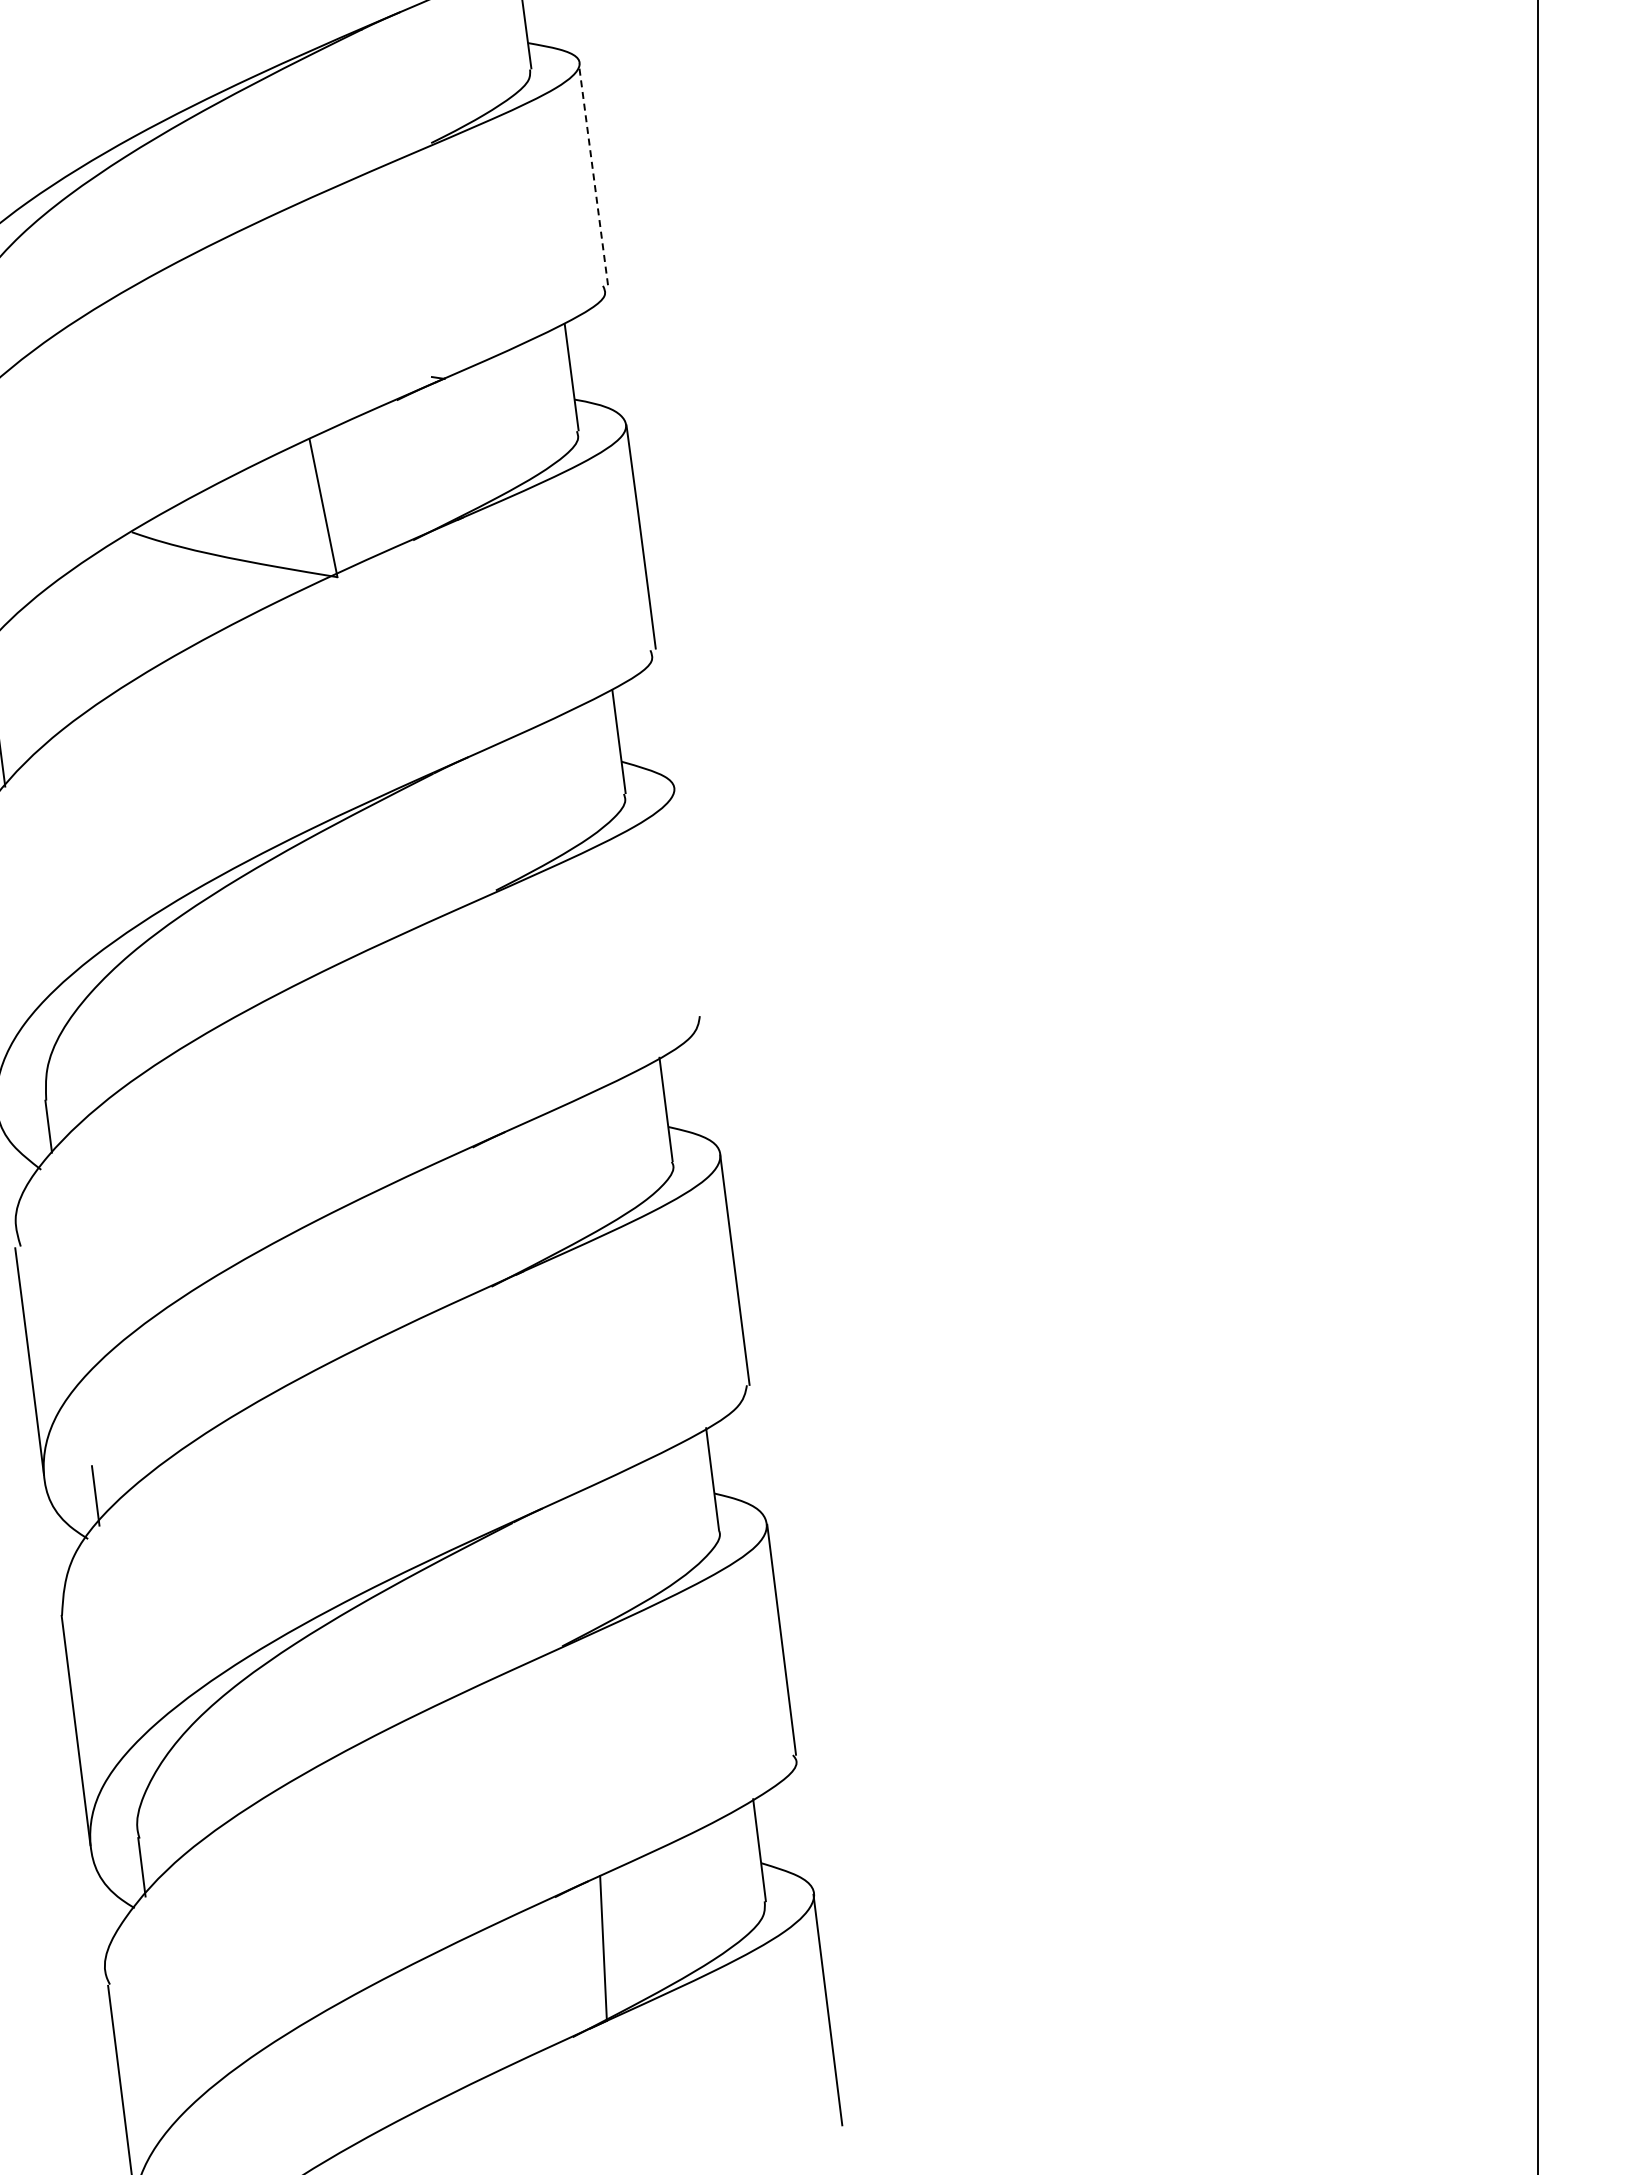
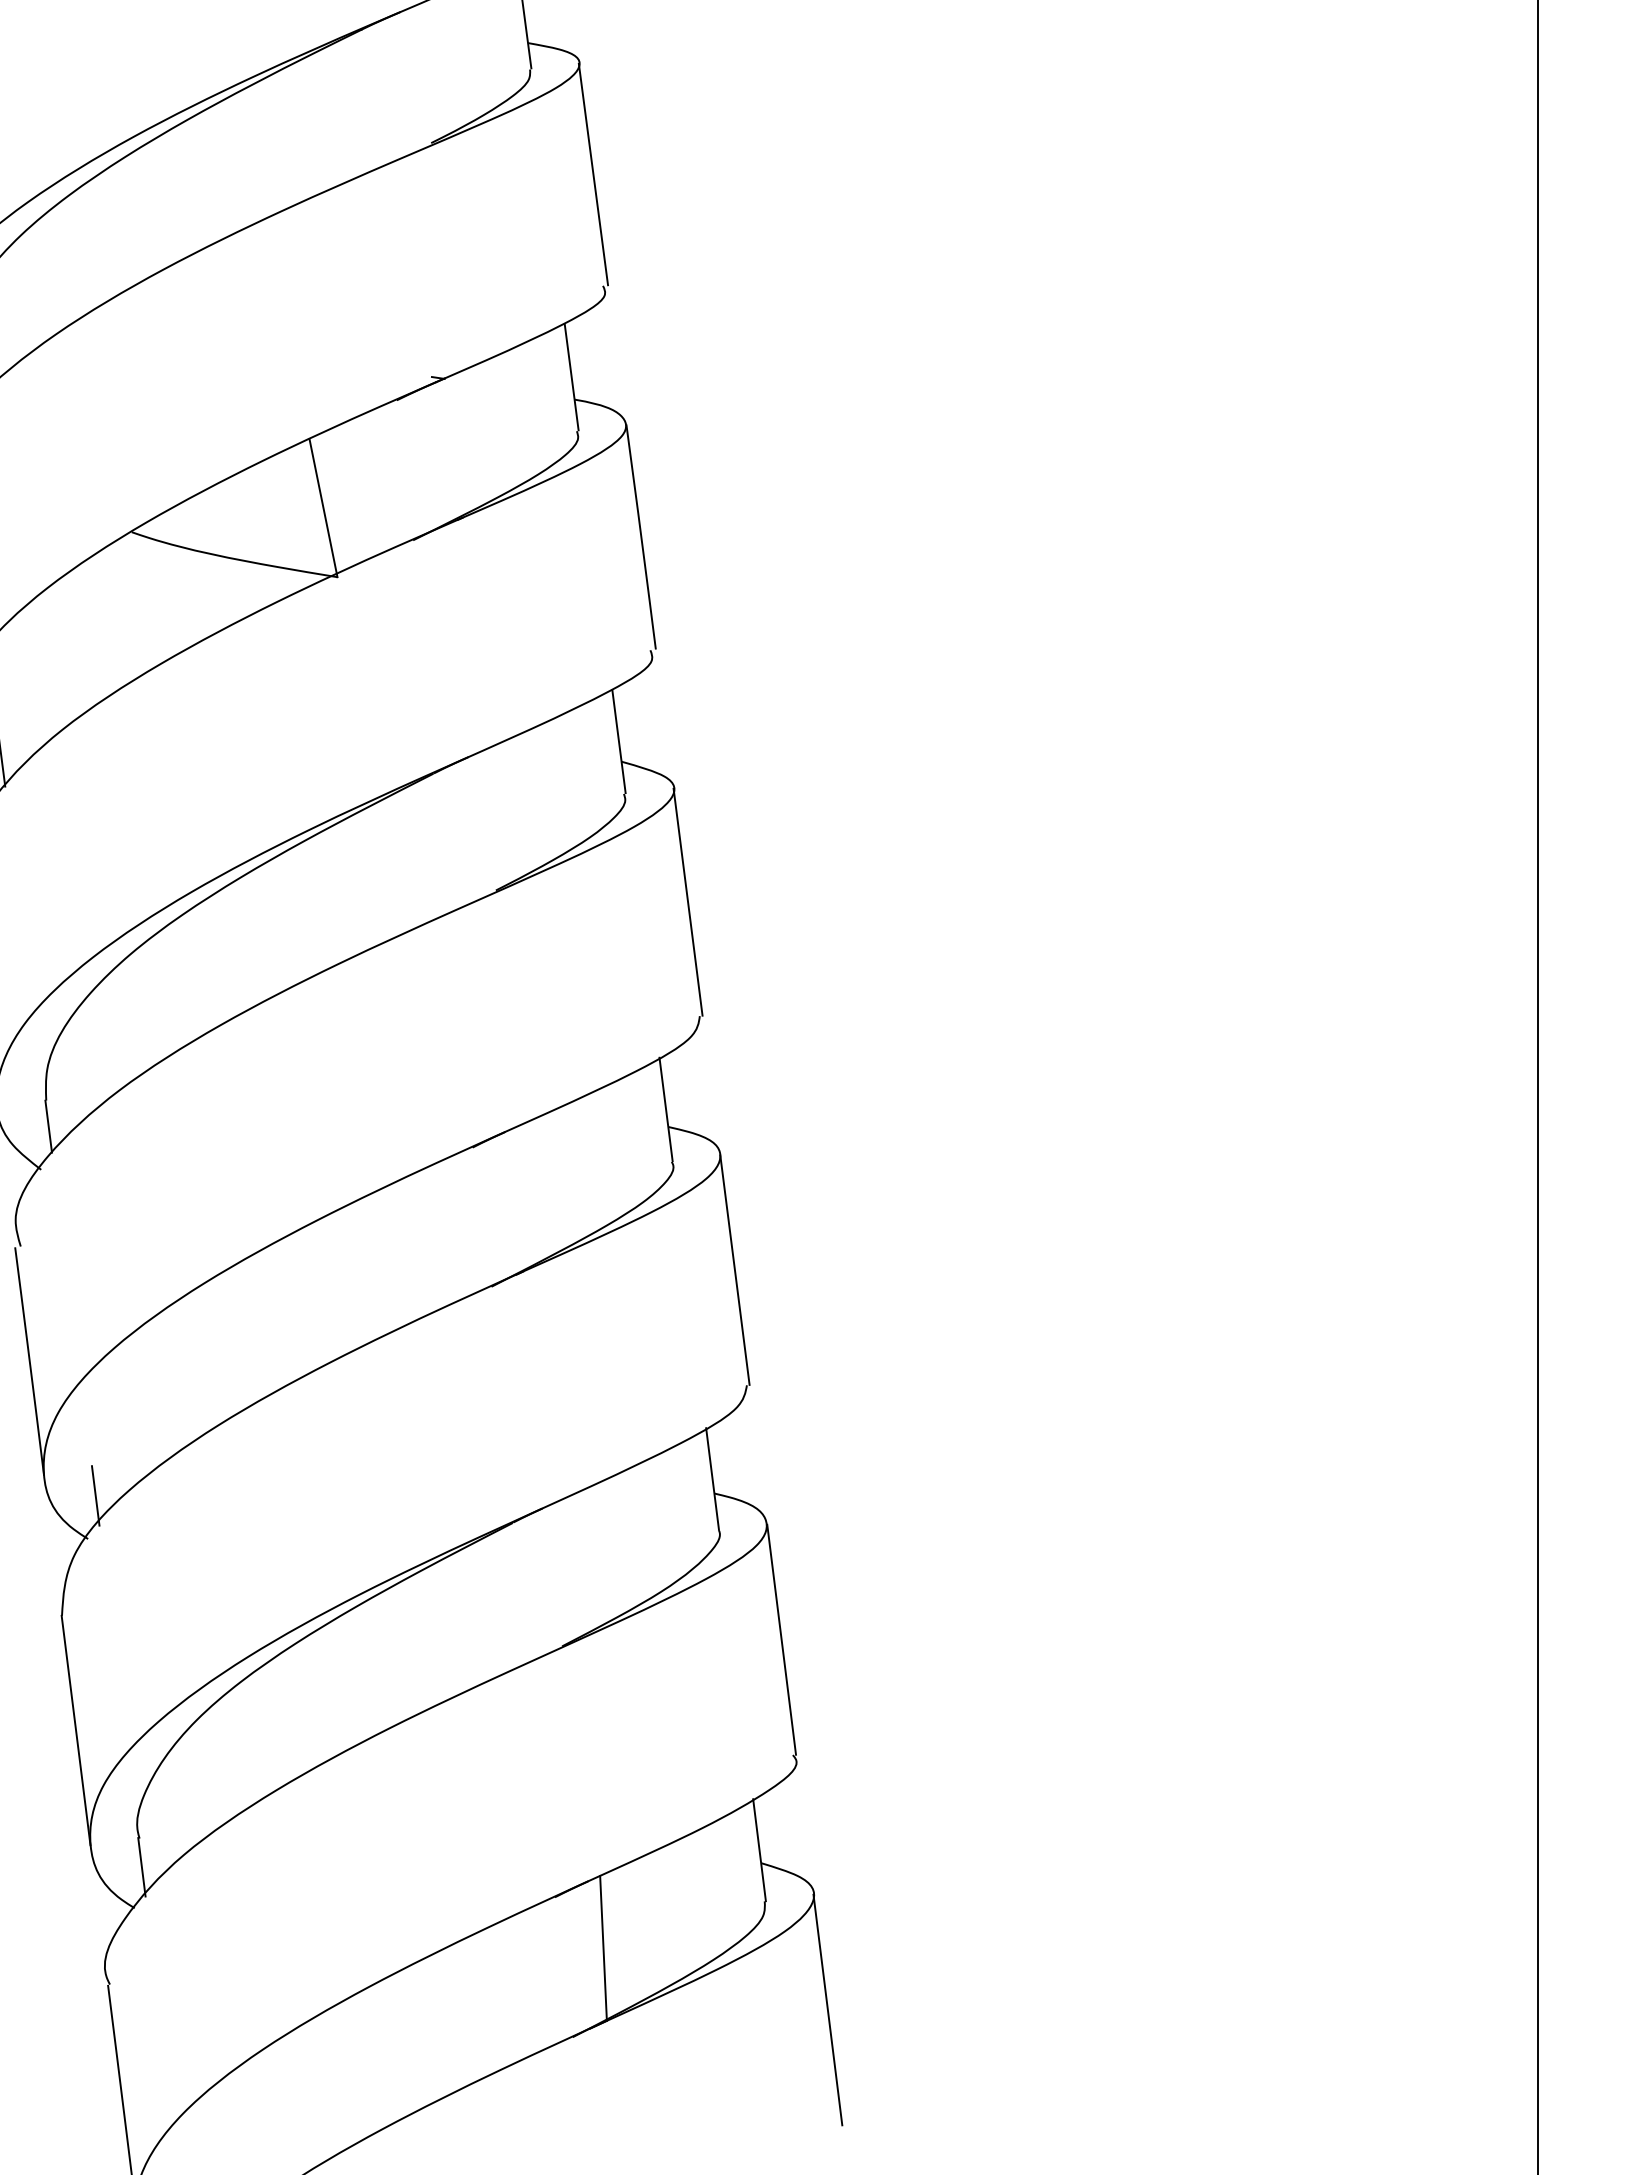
line at (593, 174): dashed -> solid
line at (687, 901): none -> present
